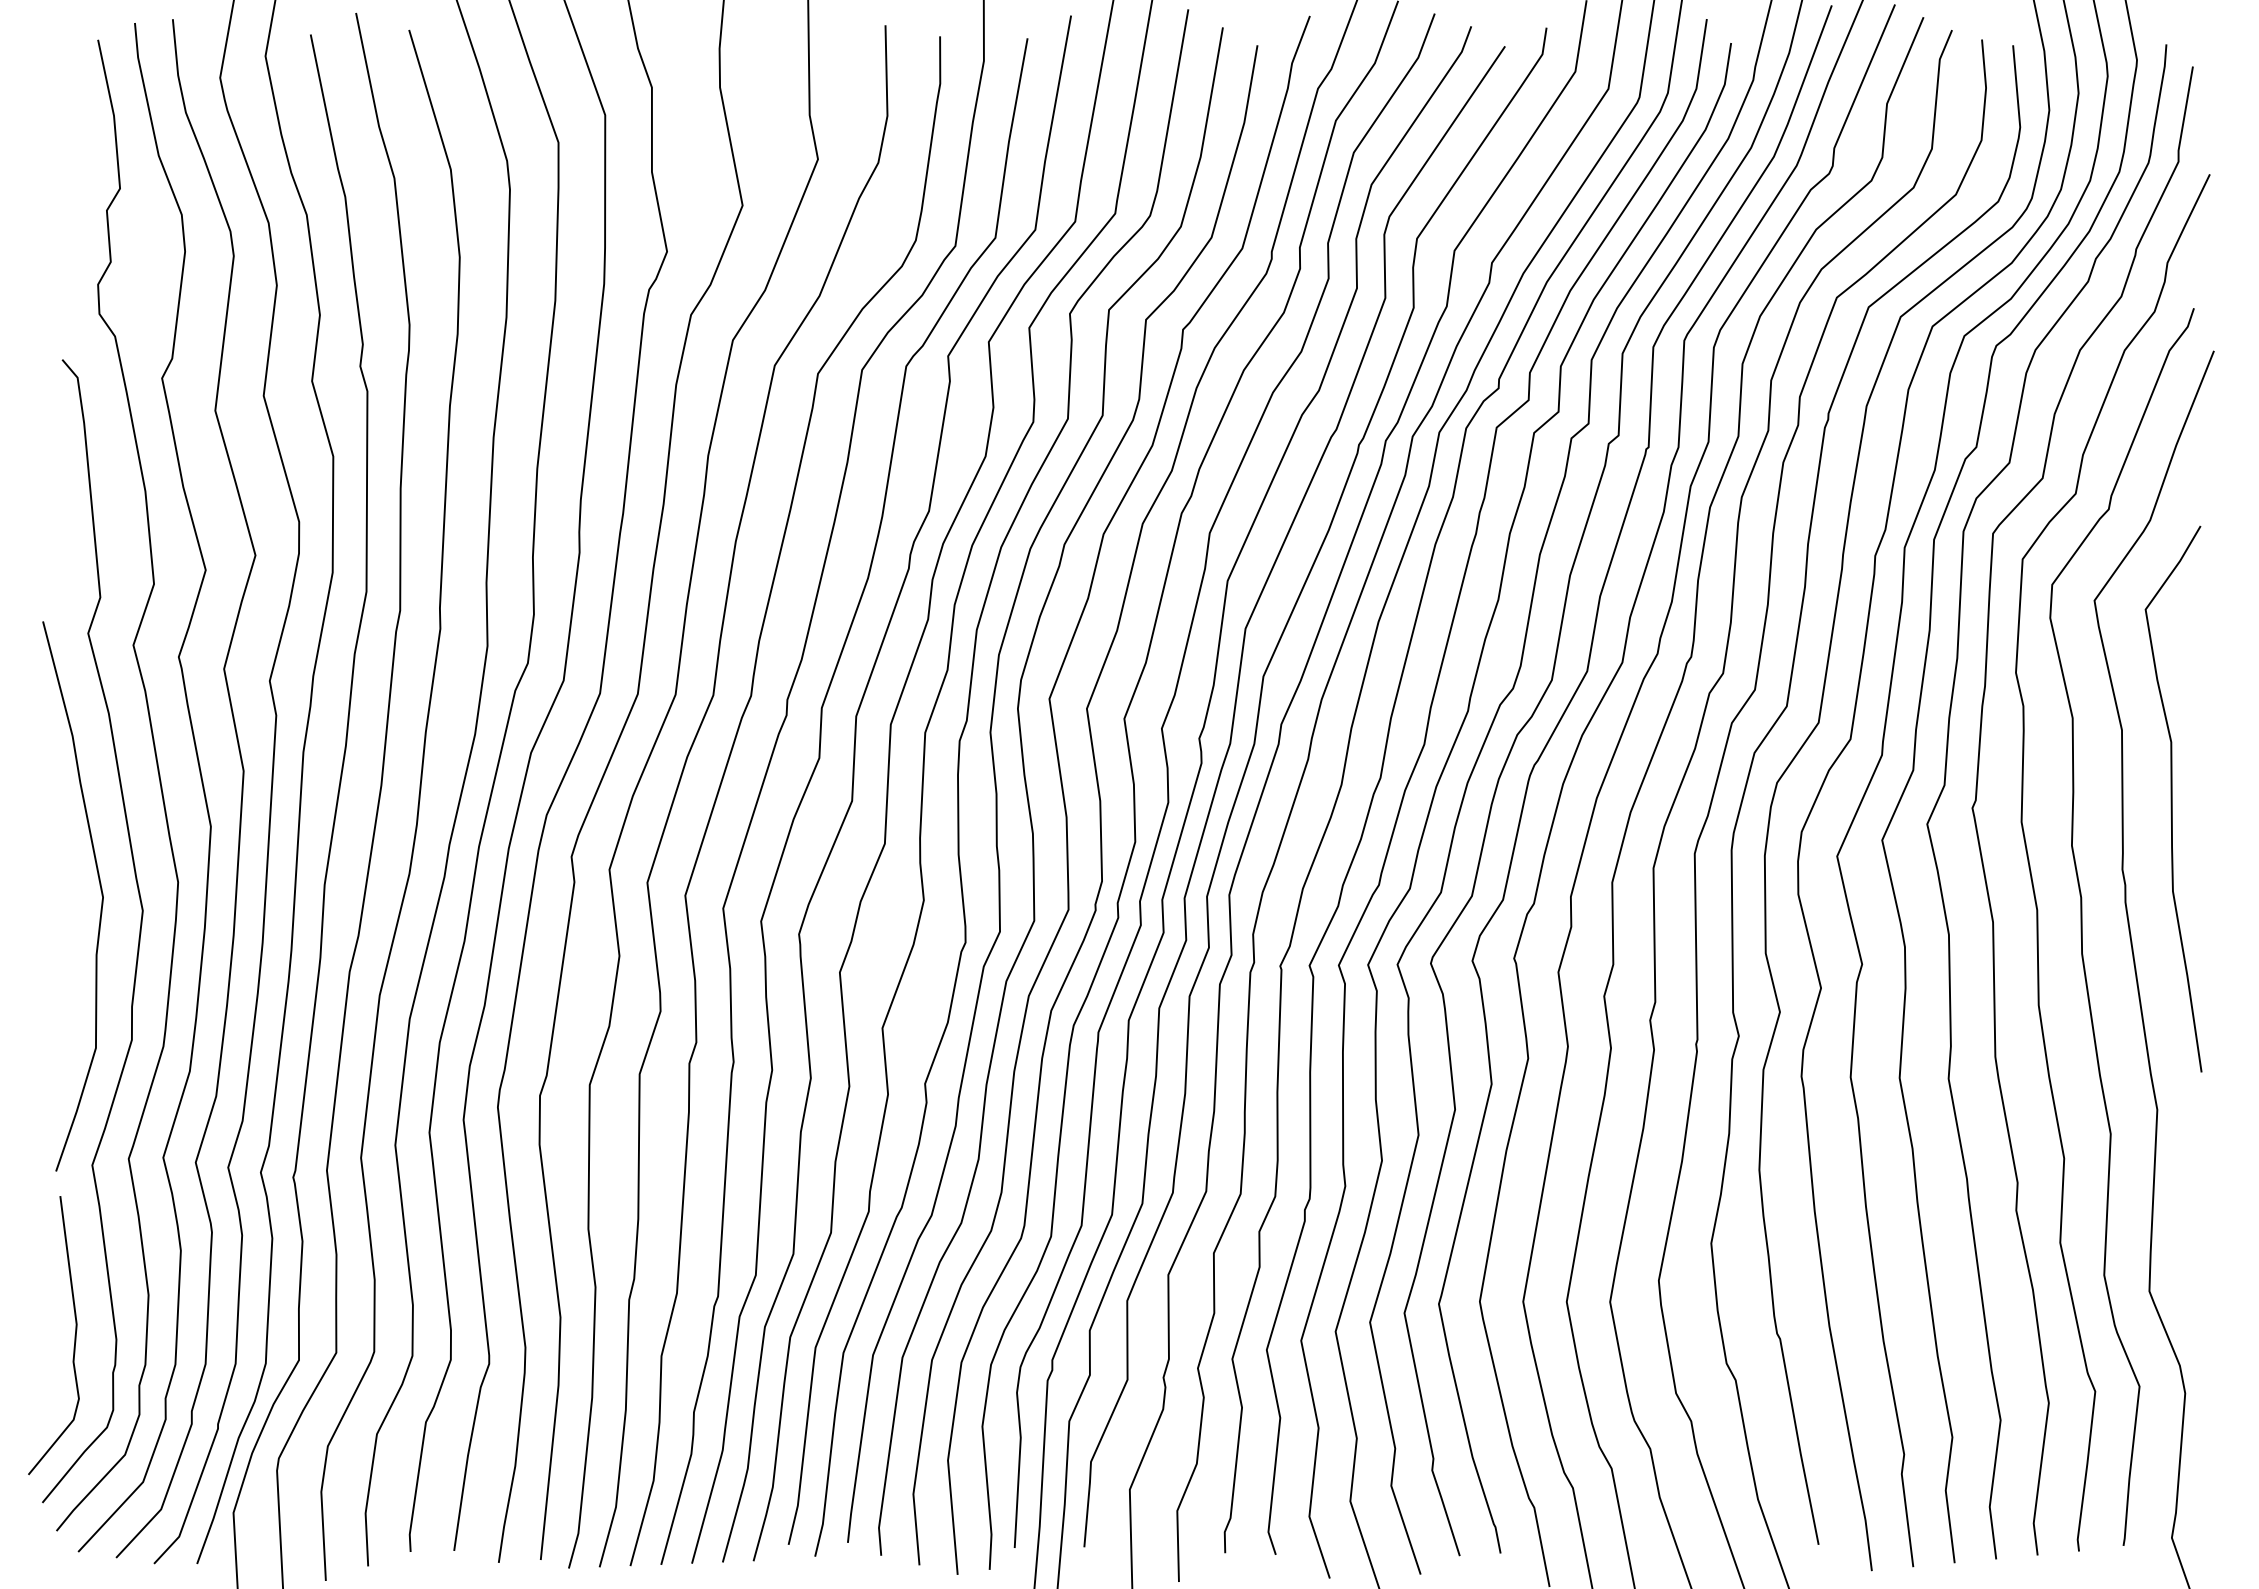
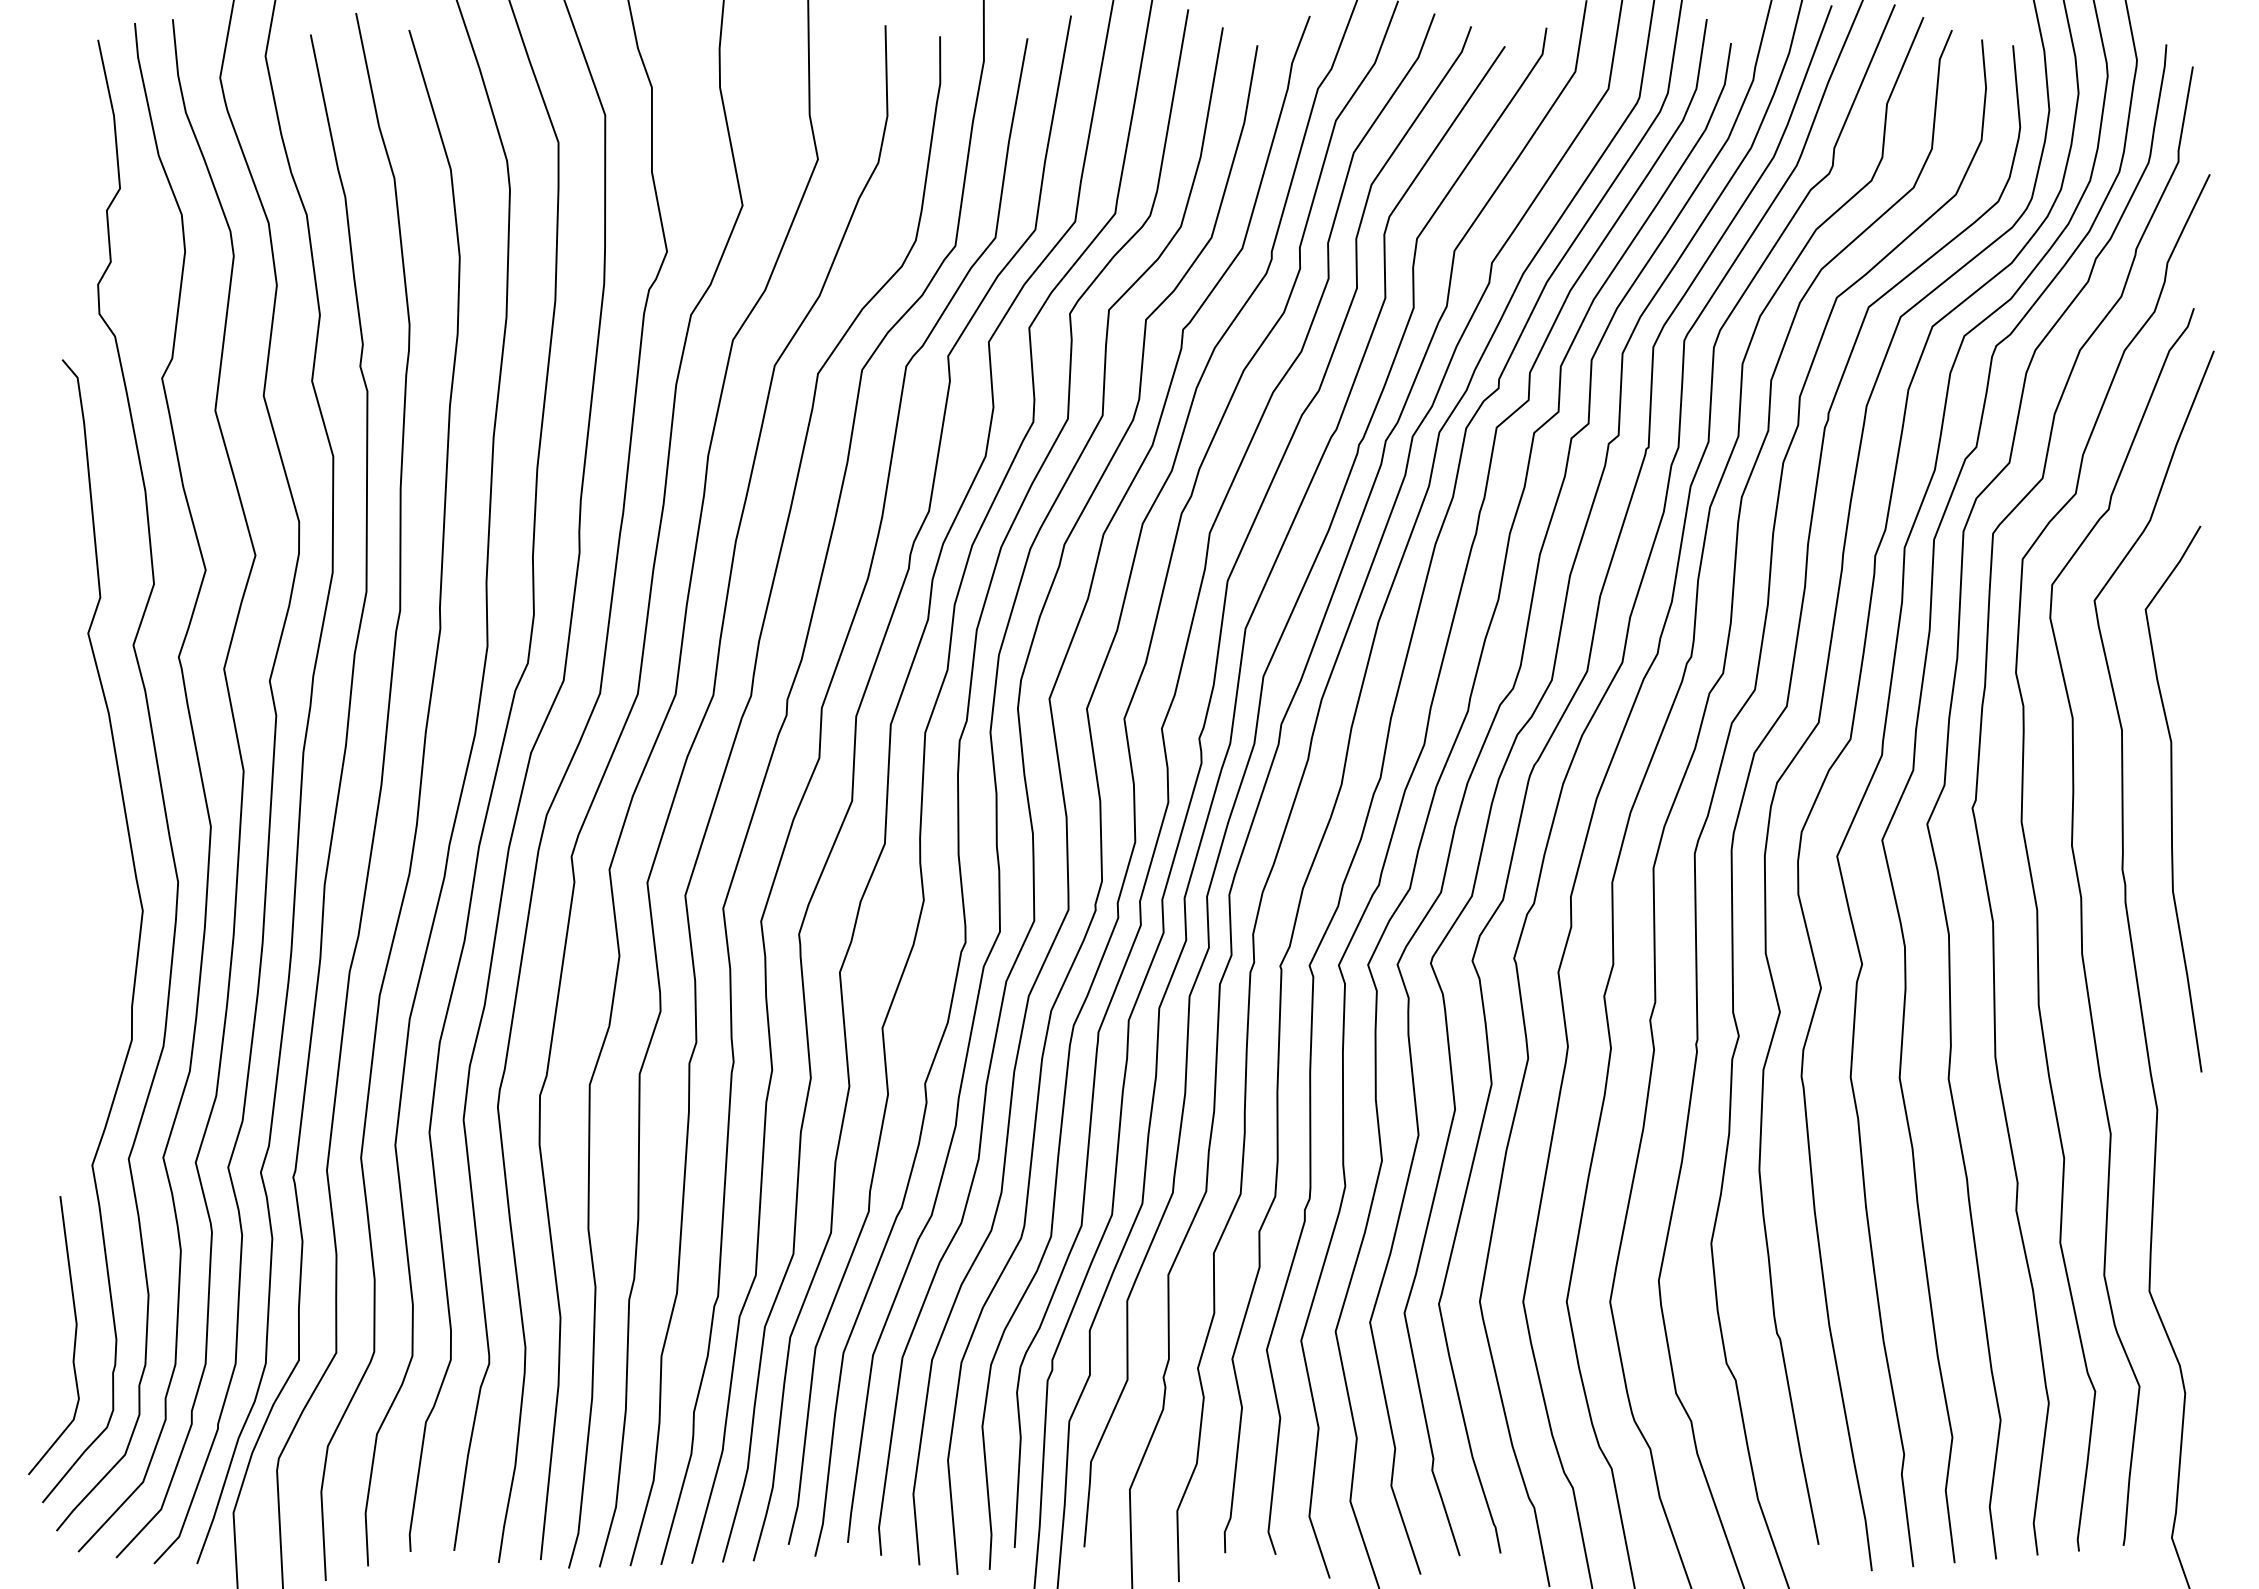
curve at (100, 890): present -> none
